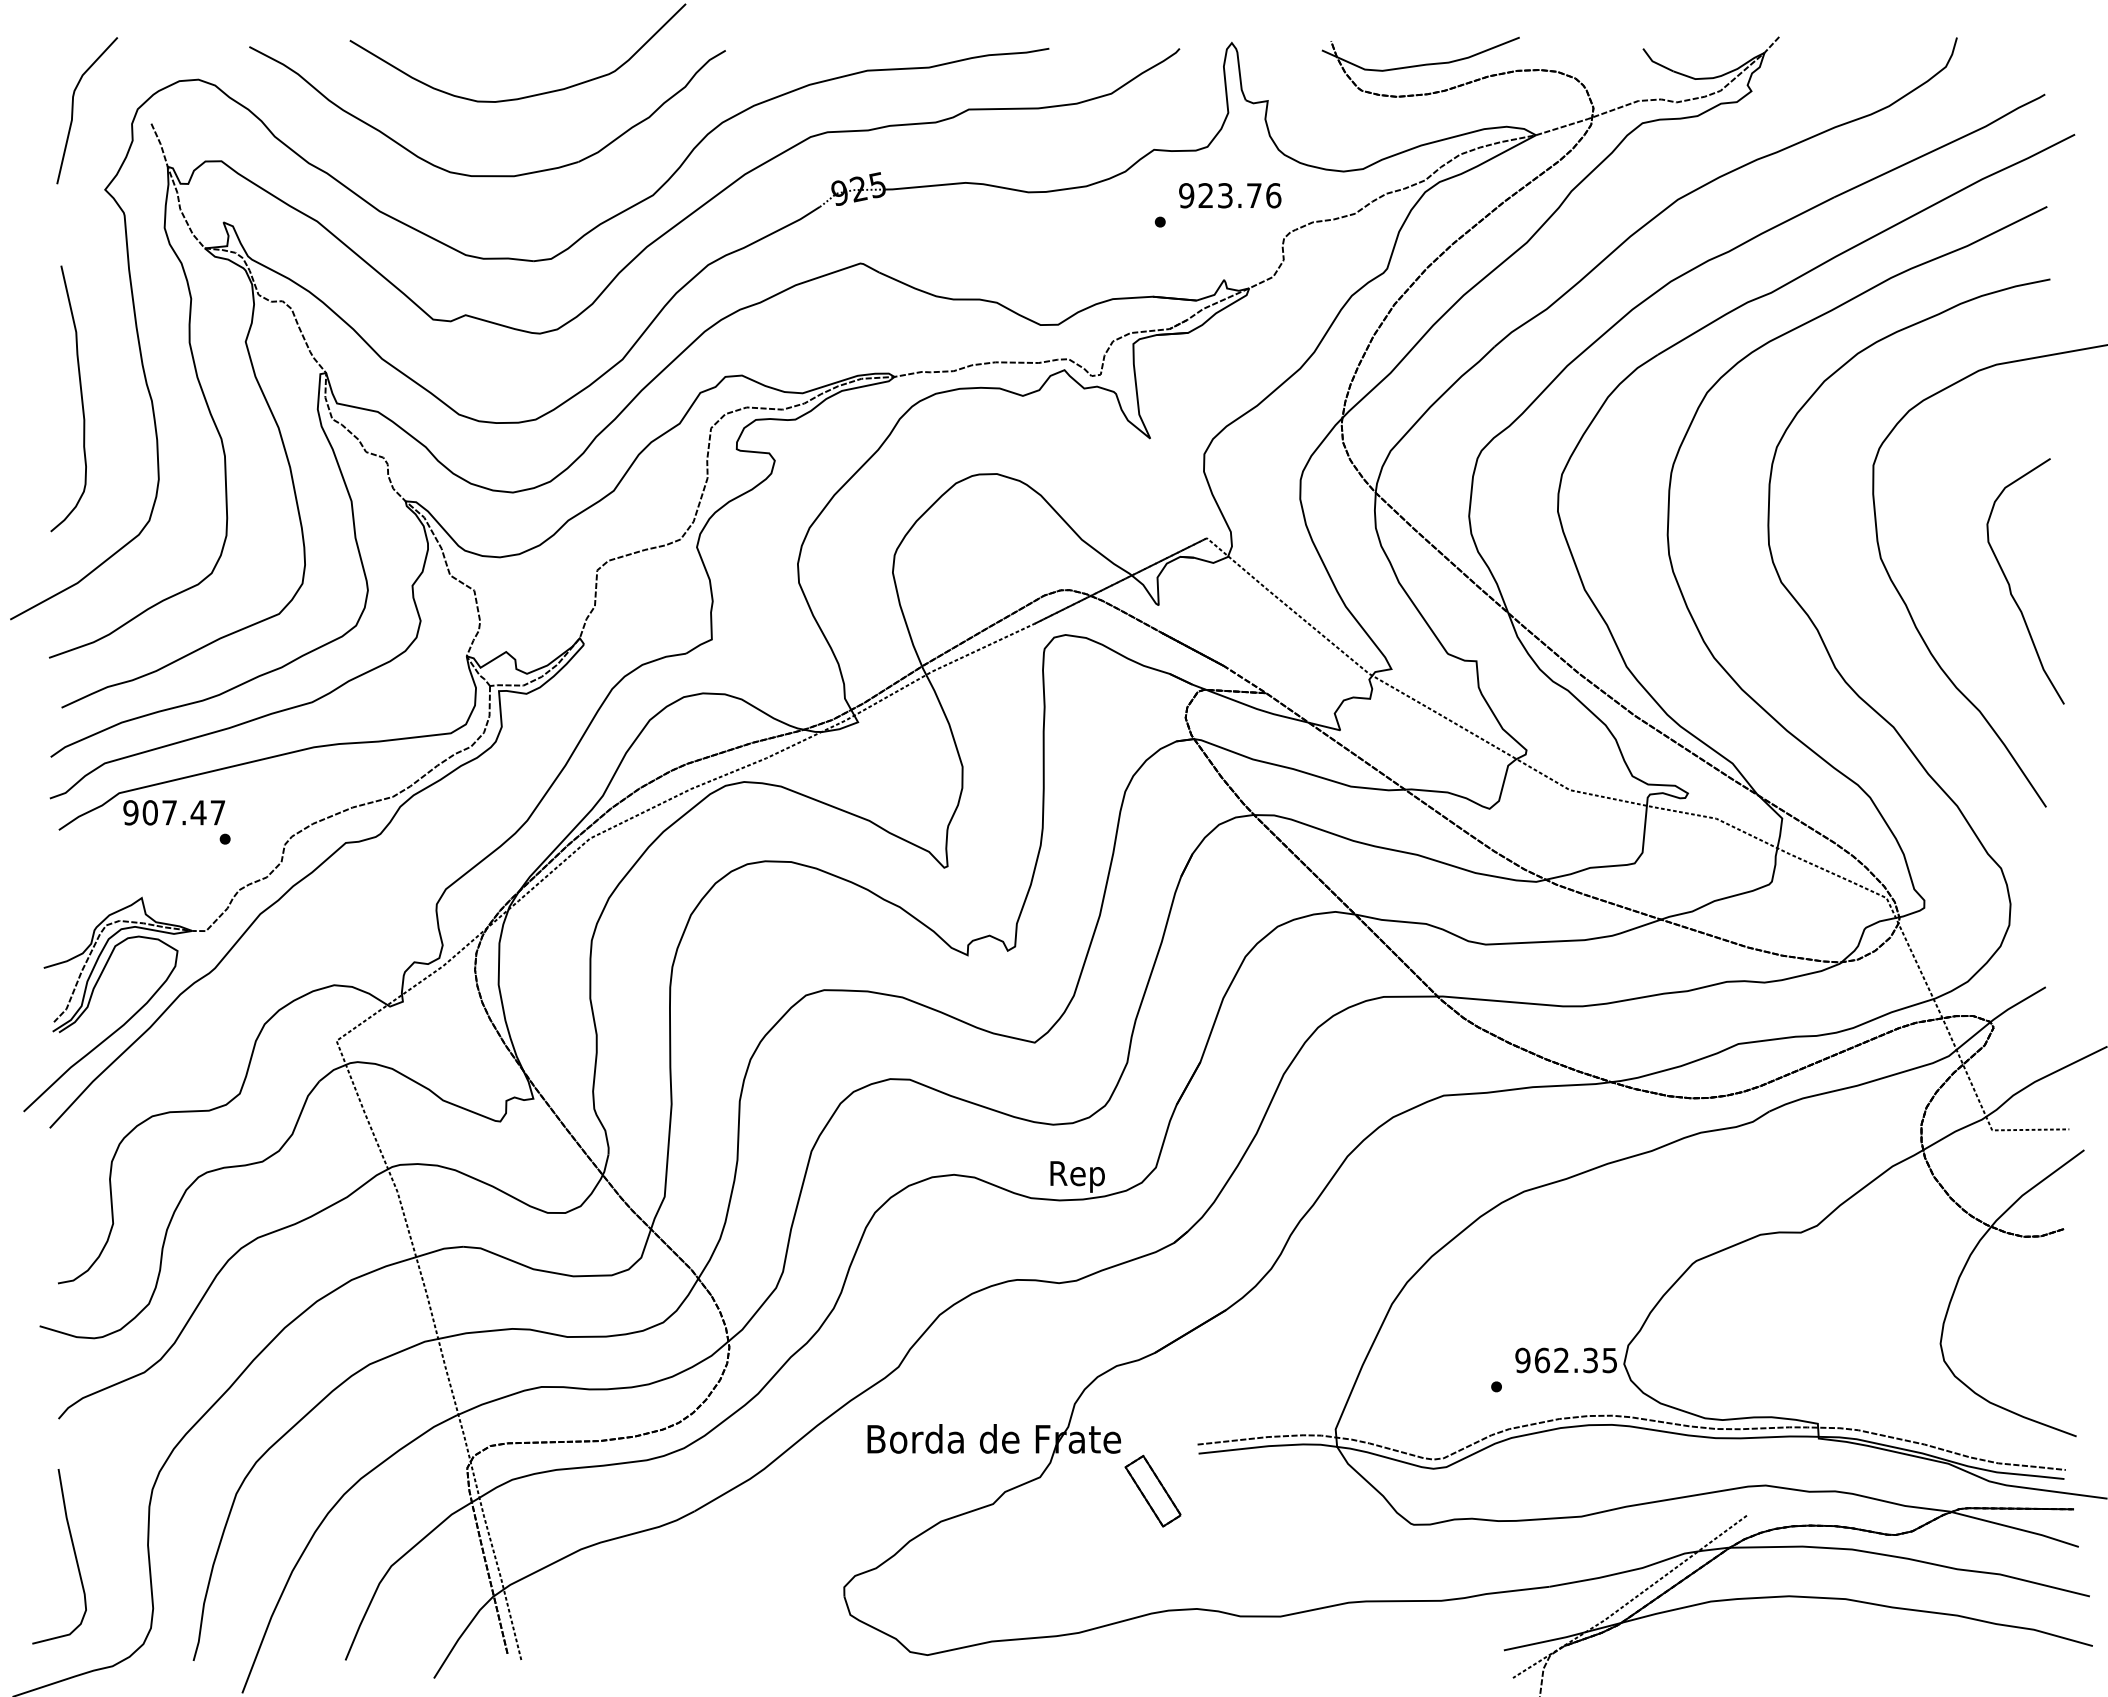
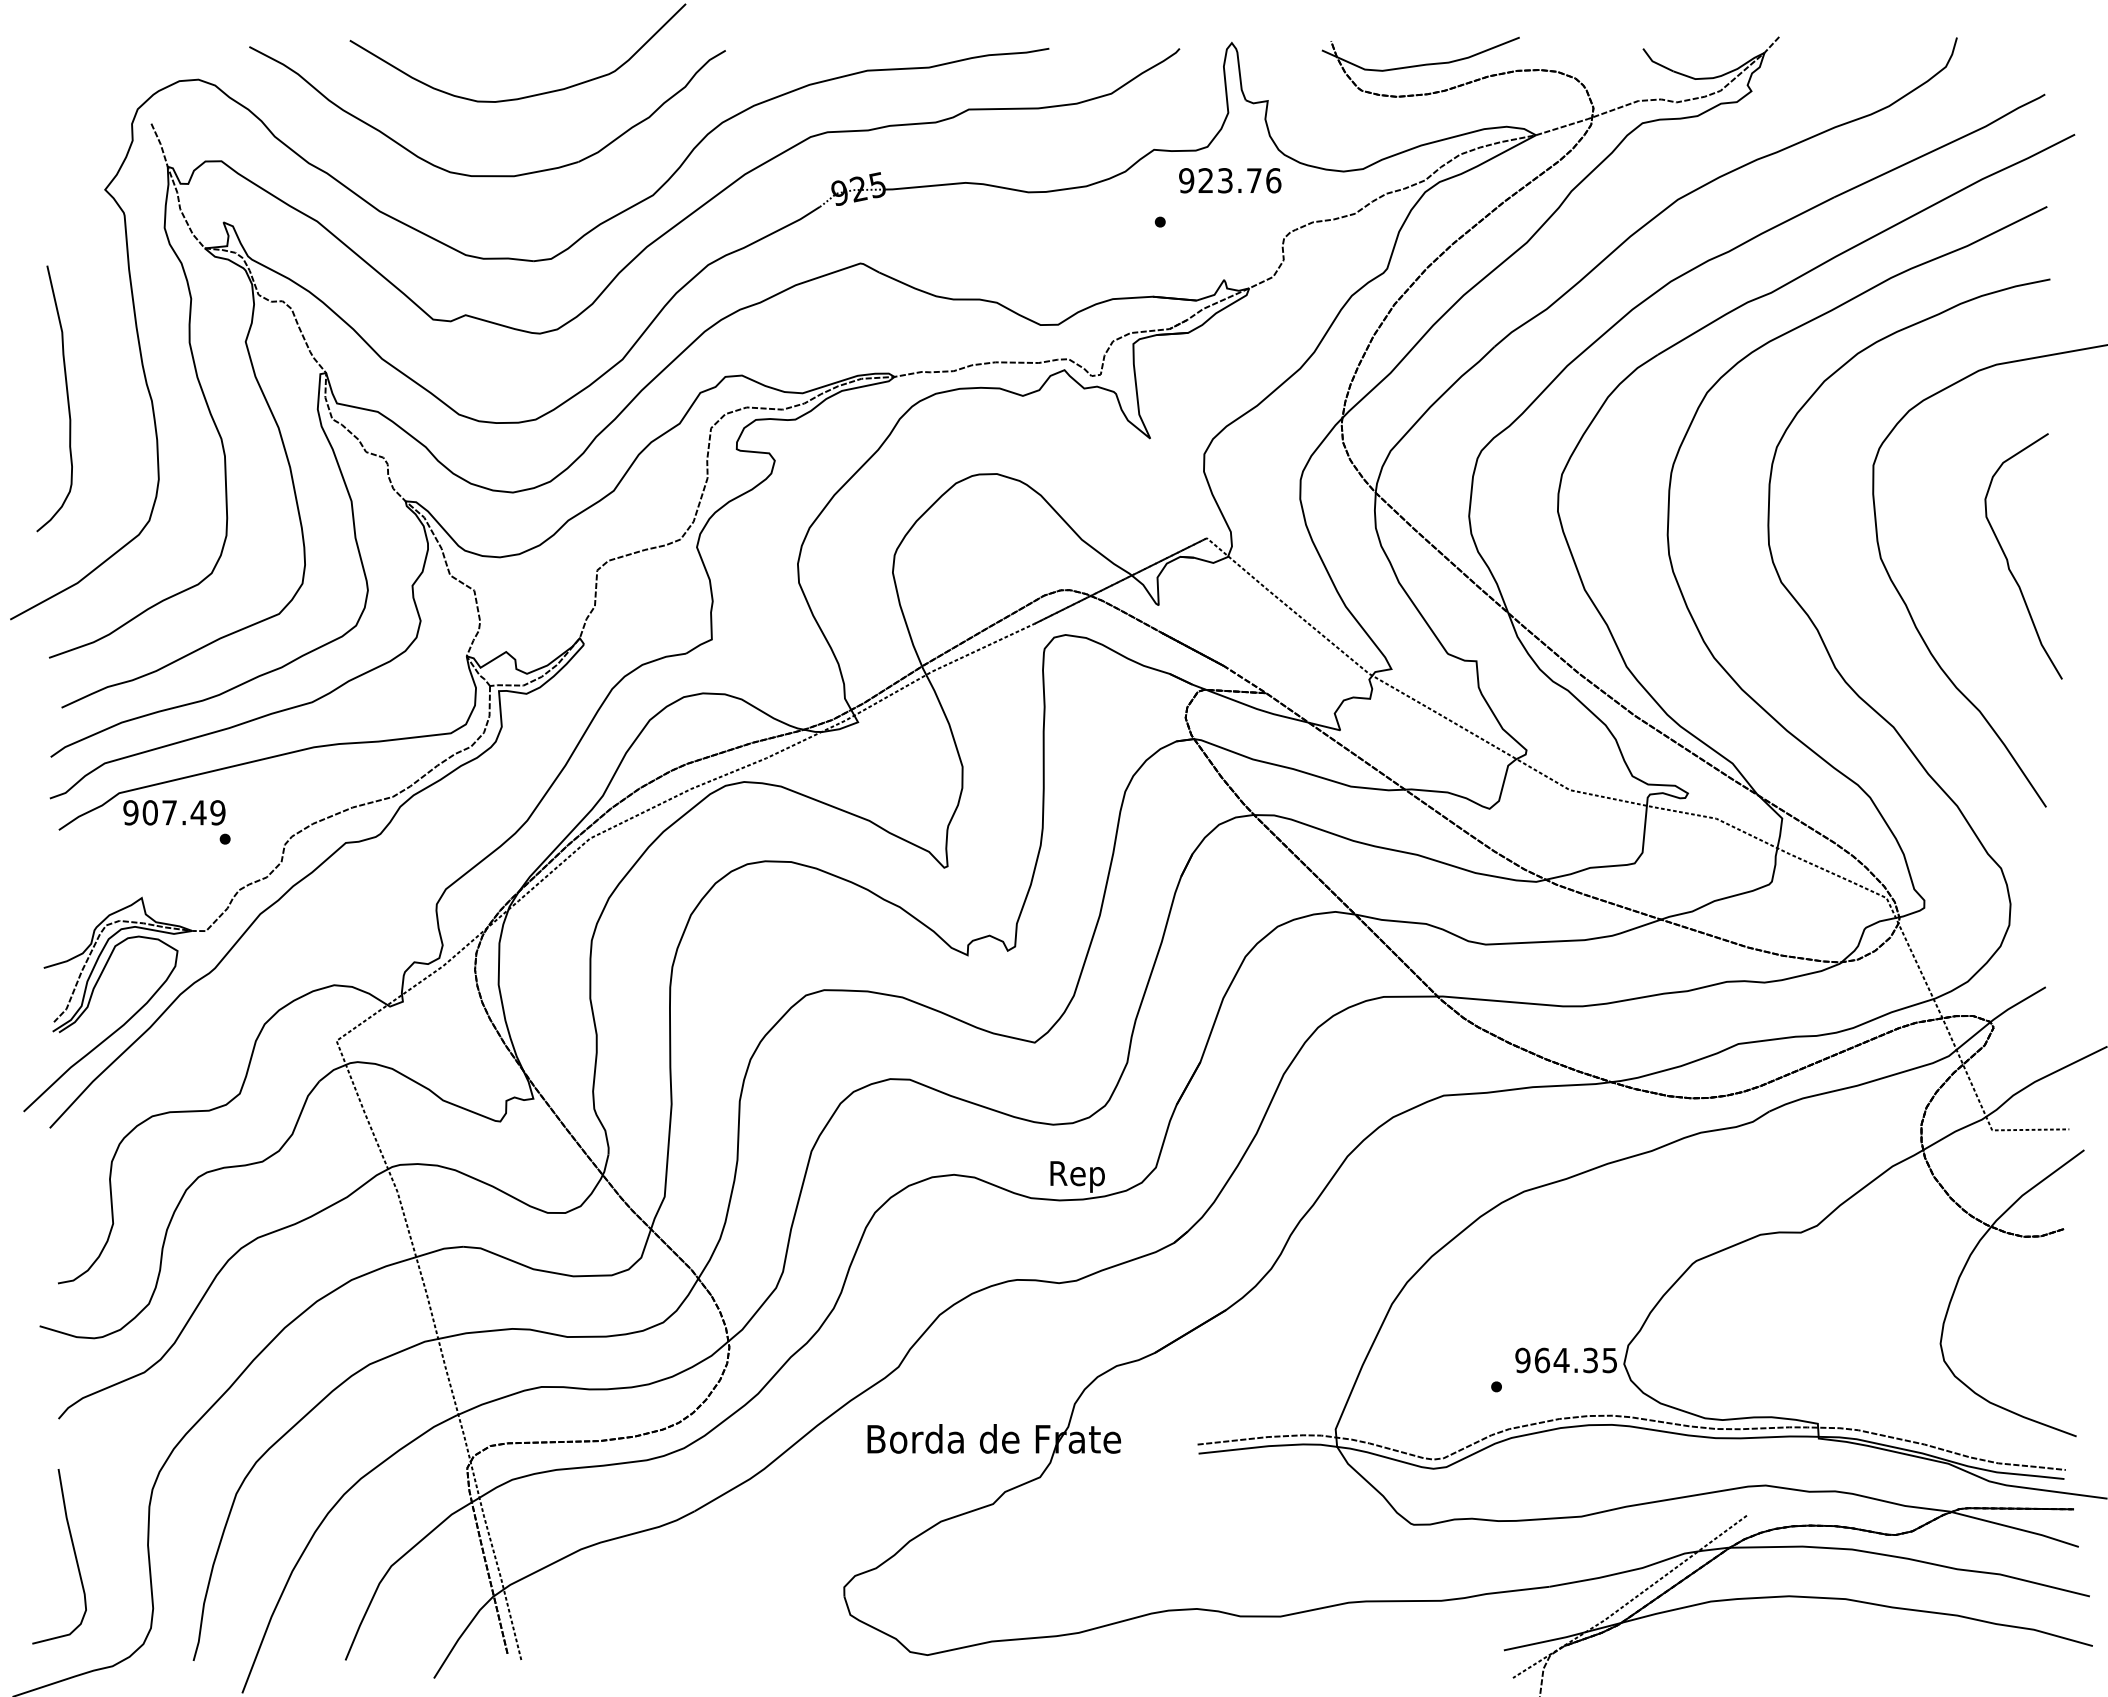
curve at (73, 110): present -> none
text at (1230, 195) position: (1230, 195) -> (1230, 180)
curve at (80, 395) position: (80, 395) -> (66, 395)
curve at (2010, 585) position: (2010, 585) -> (2008, 560)
text at (217, 812): 907.47 -> 907.49
text at (1561, 1359): 962.35 -> 964.35
part at (1152, 1490): present -> none
